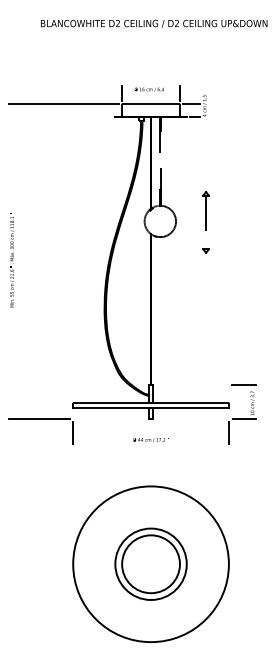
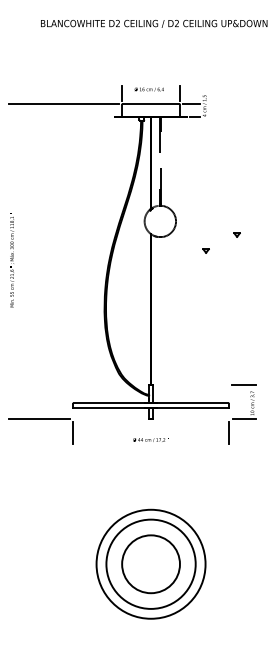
part at (205, 210): present -> none
part at (236, 234): none -> present
circle at (150, 563) diameter: 71 px -> 89 px
circle at (150, 564) diameter: 156 px -> 109 px
